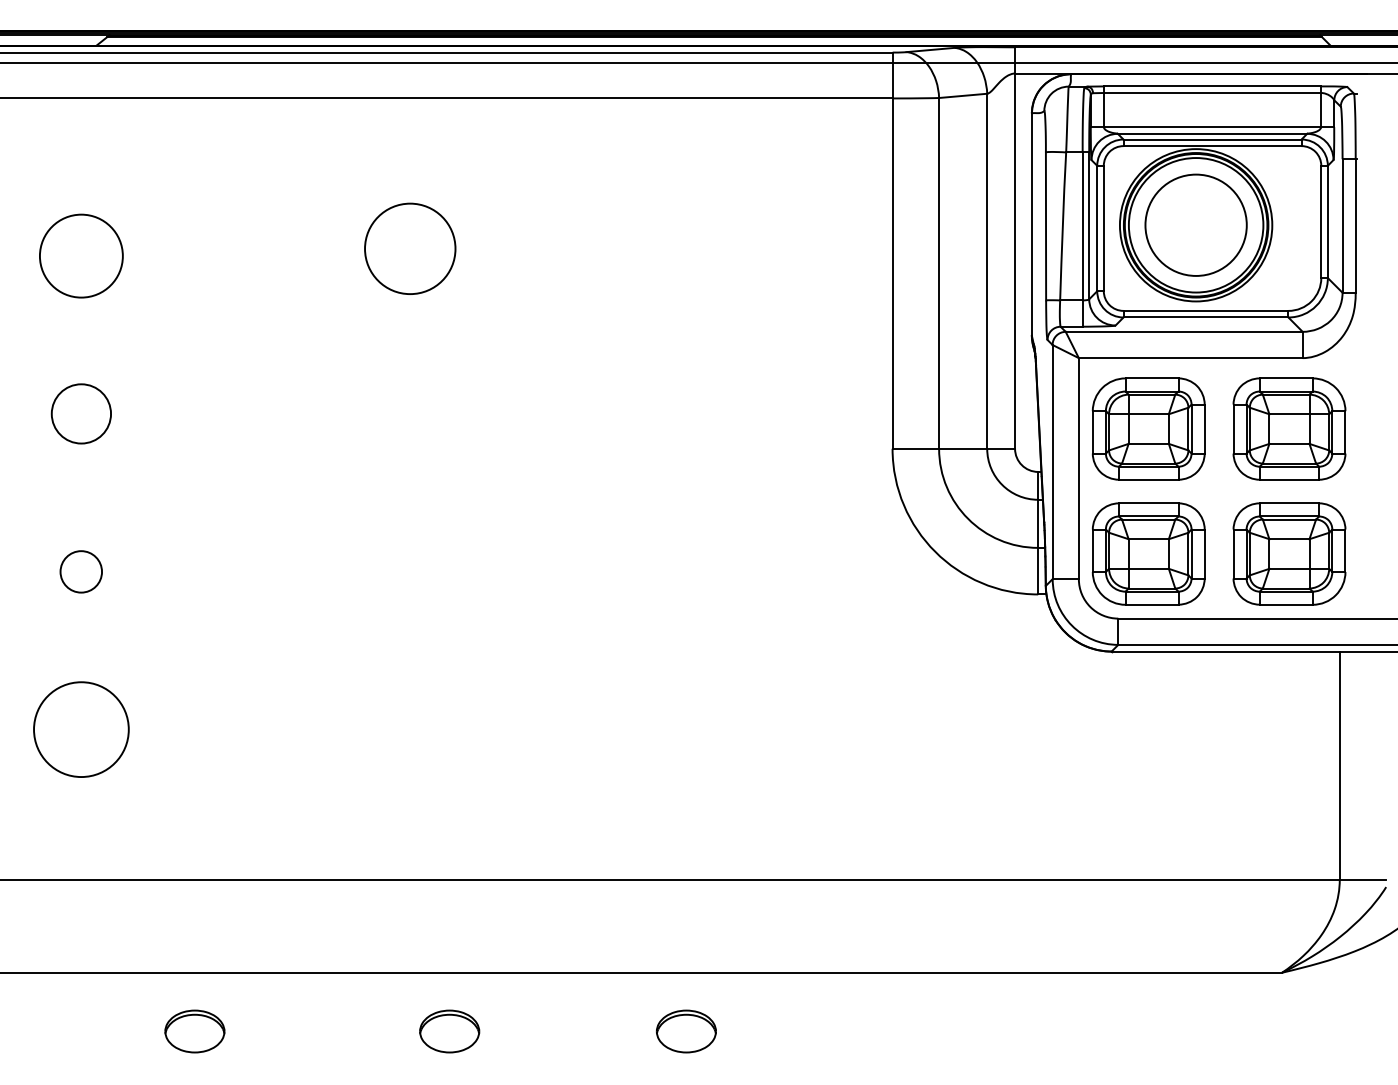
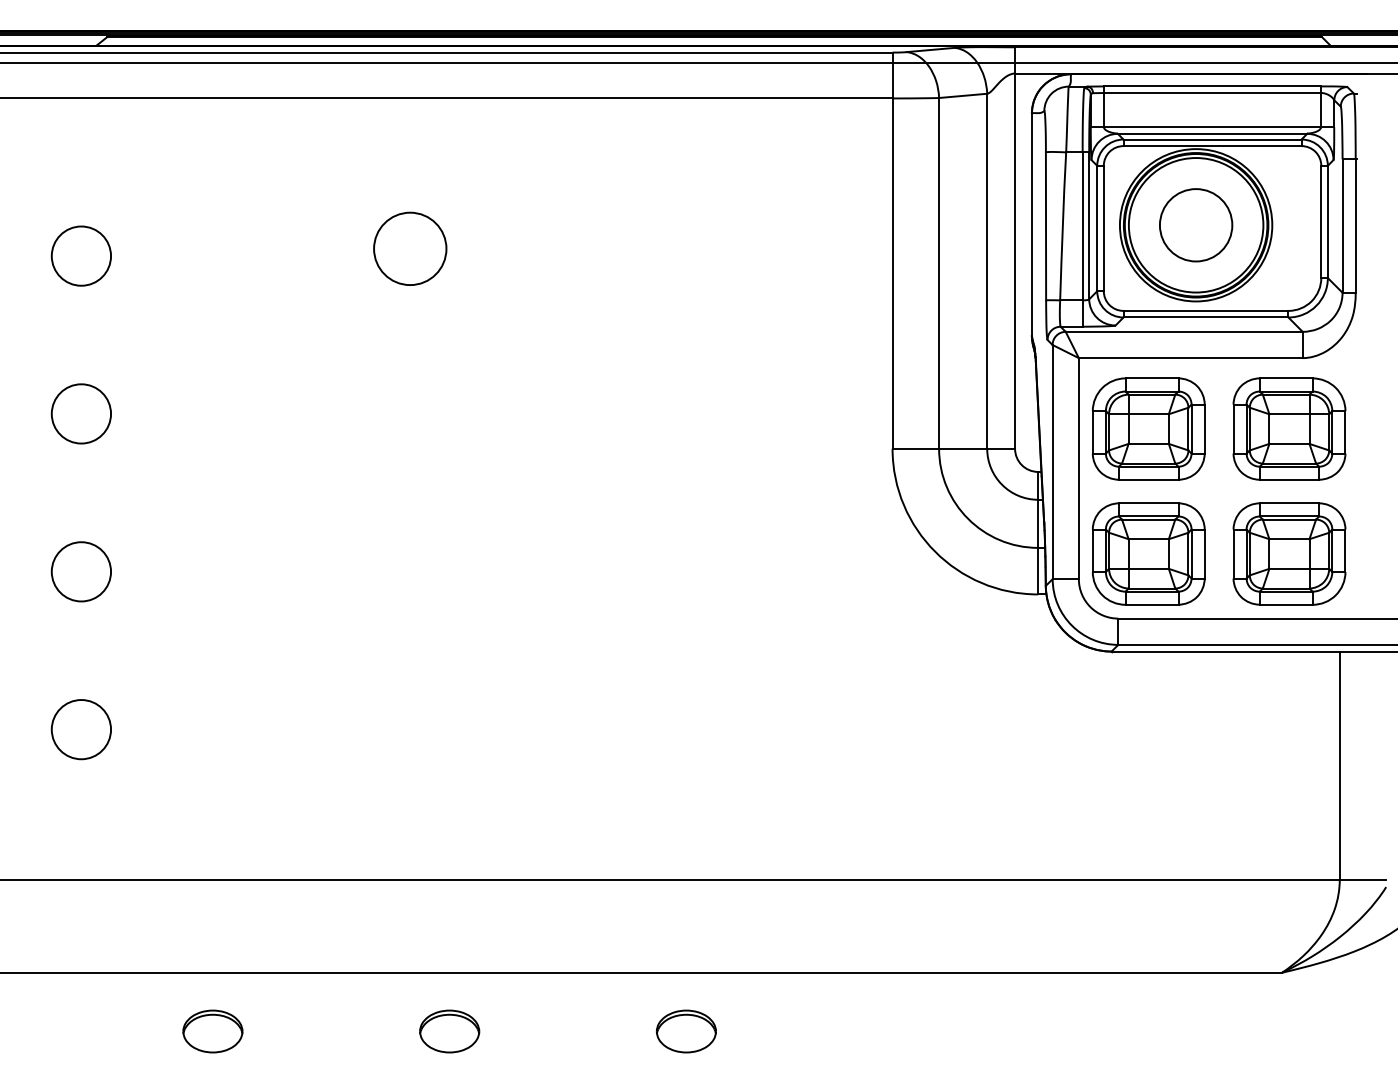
circle at (1195, 224) diameter: 101 px -> 72 px
circle at (410, 248) diameter: 90 px -> 72 px
circle at (80, 255) diameter: 83 px -> 59 px
circle at (80, 571) size: 44x44 px -> 62x62 px
circle at (81, 729) diameter: 95 px -> 59 px
part at (194, 1031) position: (194, 1031) -> (212, 1031)
